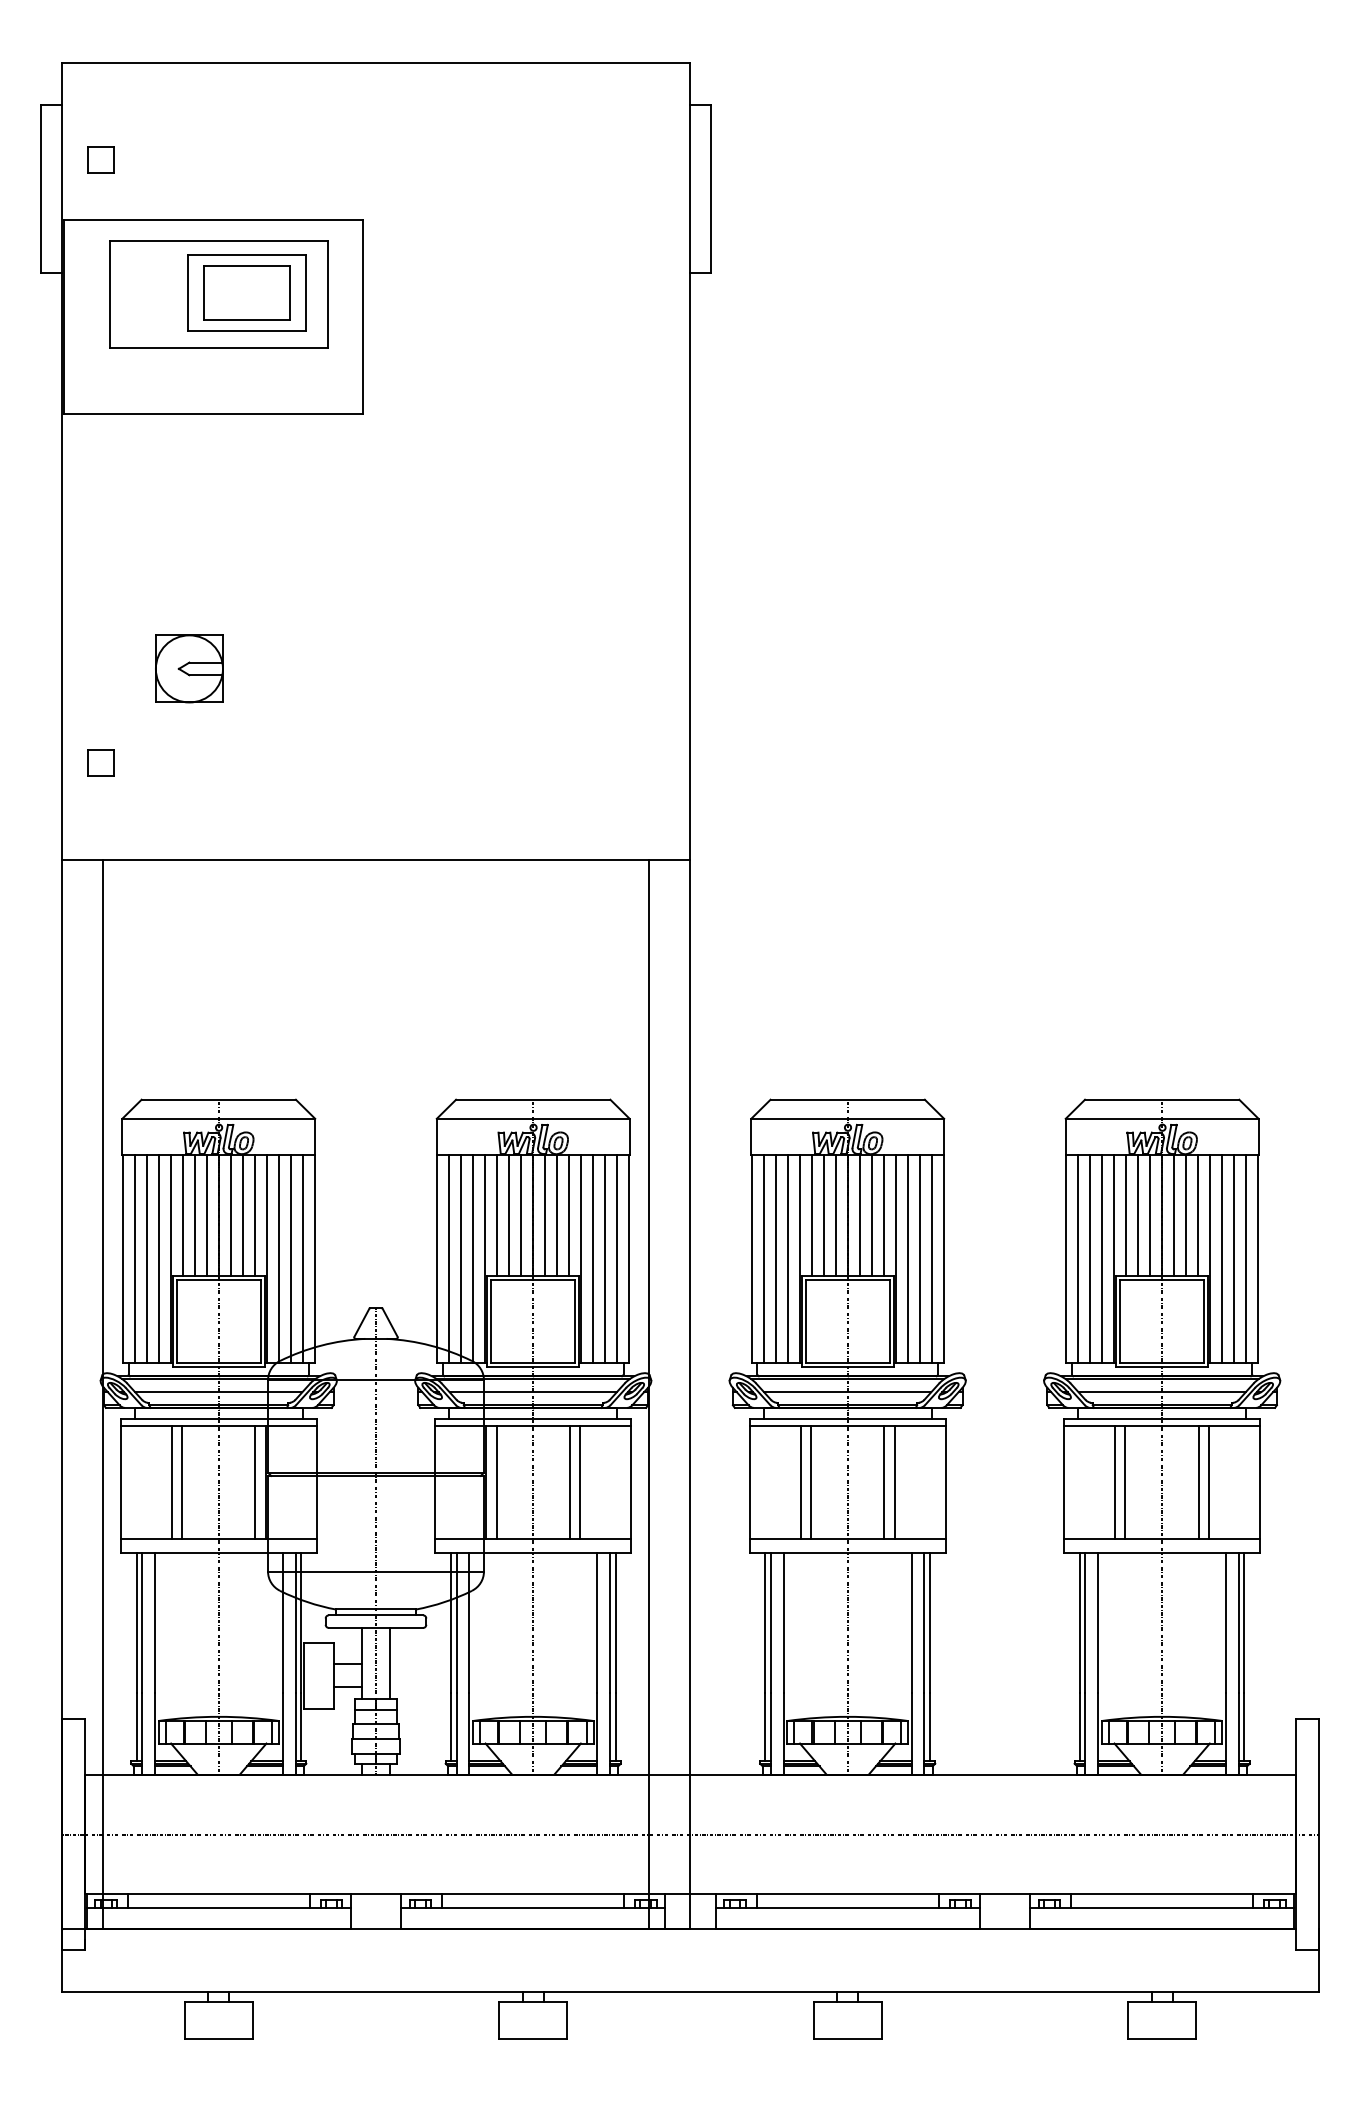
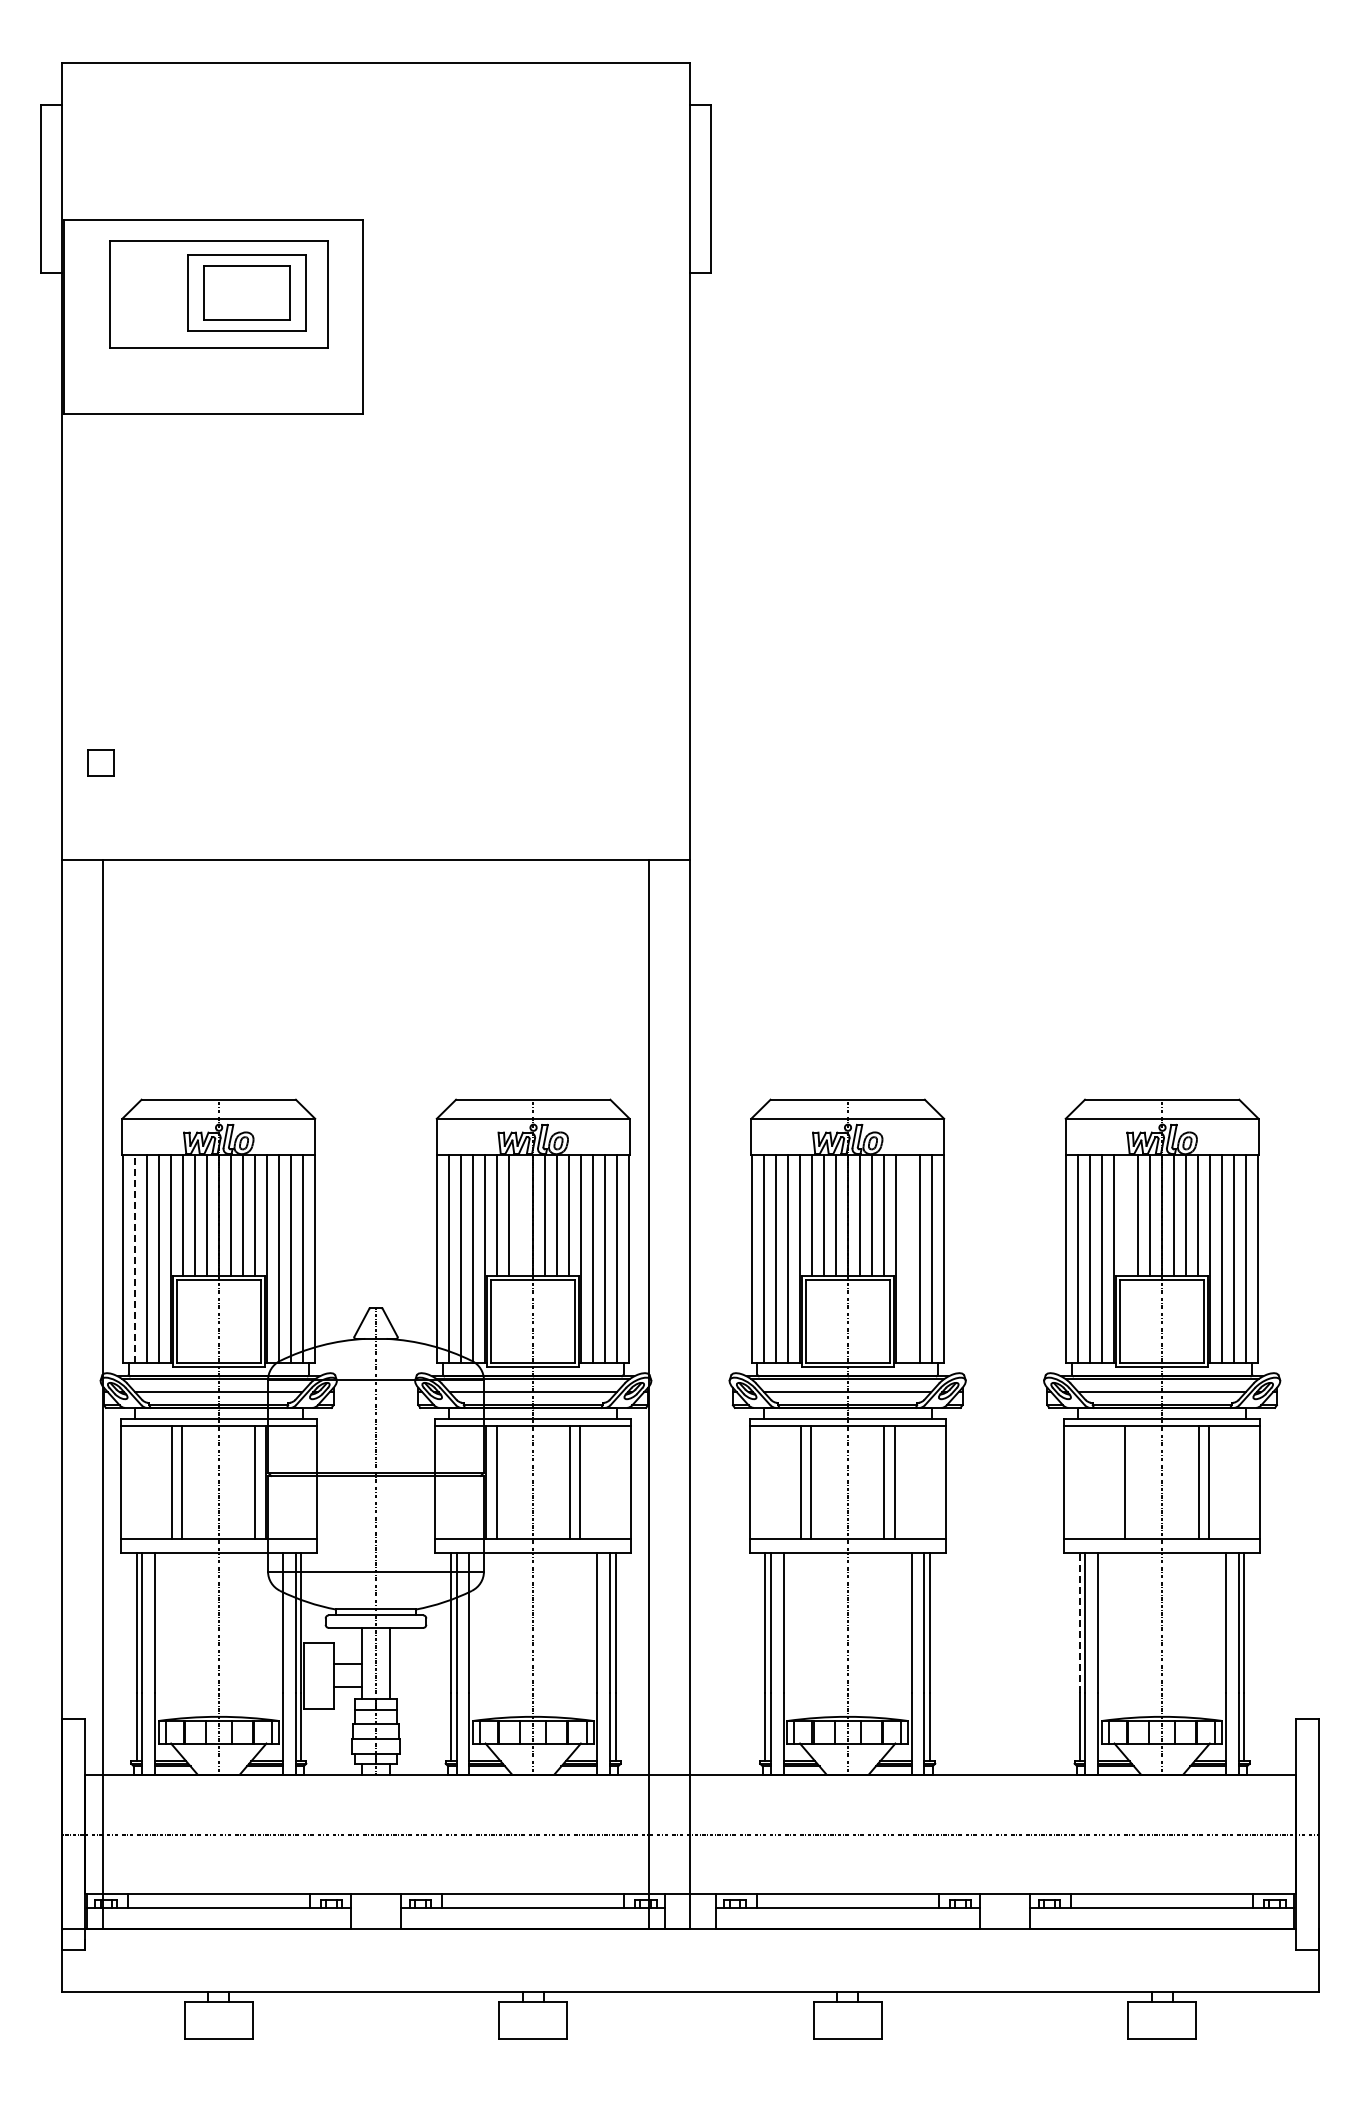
part at (100, 159): present -> none
part at (189, 668): present -> none
line at (521, 1215): present -> none
line at (1126, 1215): present -> none
line at (134, 1258): solid -> dashed
line at (907, 1258): present -> none
line at (1115, 1482): present -> none
line at (1079, 1623): solid -> dashed
